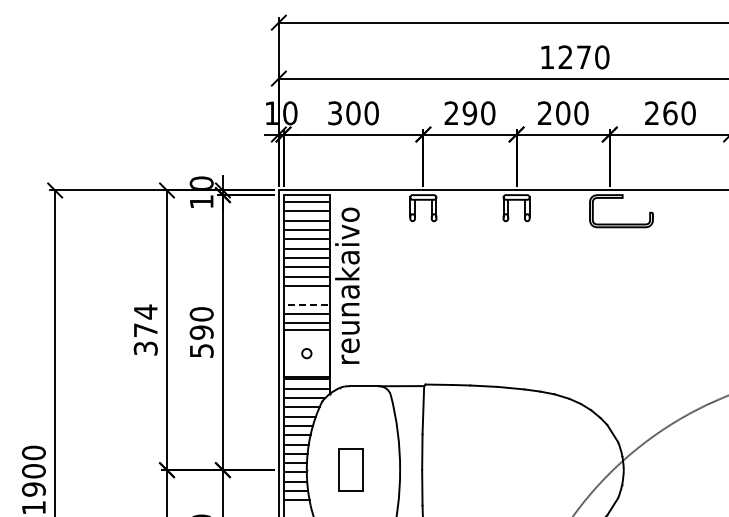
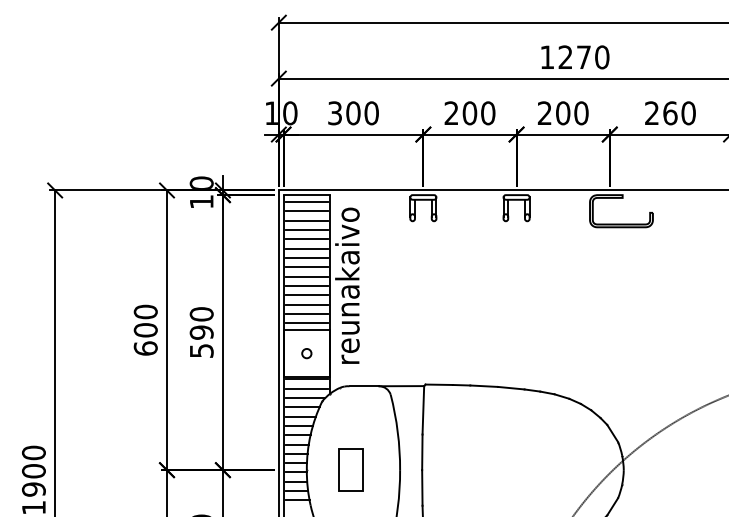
text at (469, 113): 290 -> 200
line at (306, 295): none -> present
line at (306, 304): dashed -> solid
text at (145, 329): 374 -> 600
